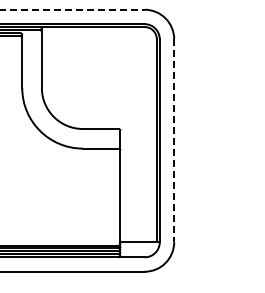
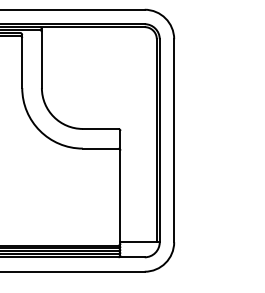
line at (72, 9): dashed -> solid
line at (174, 140): dashed -> solid
